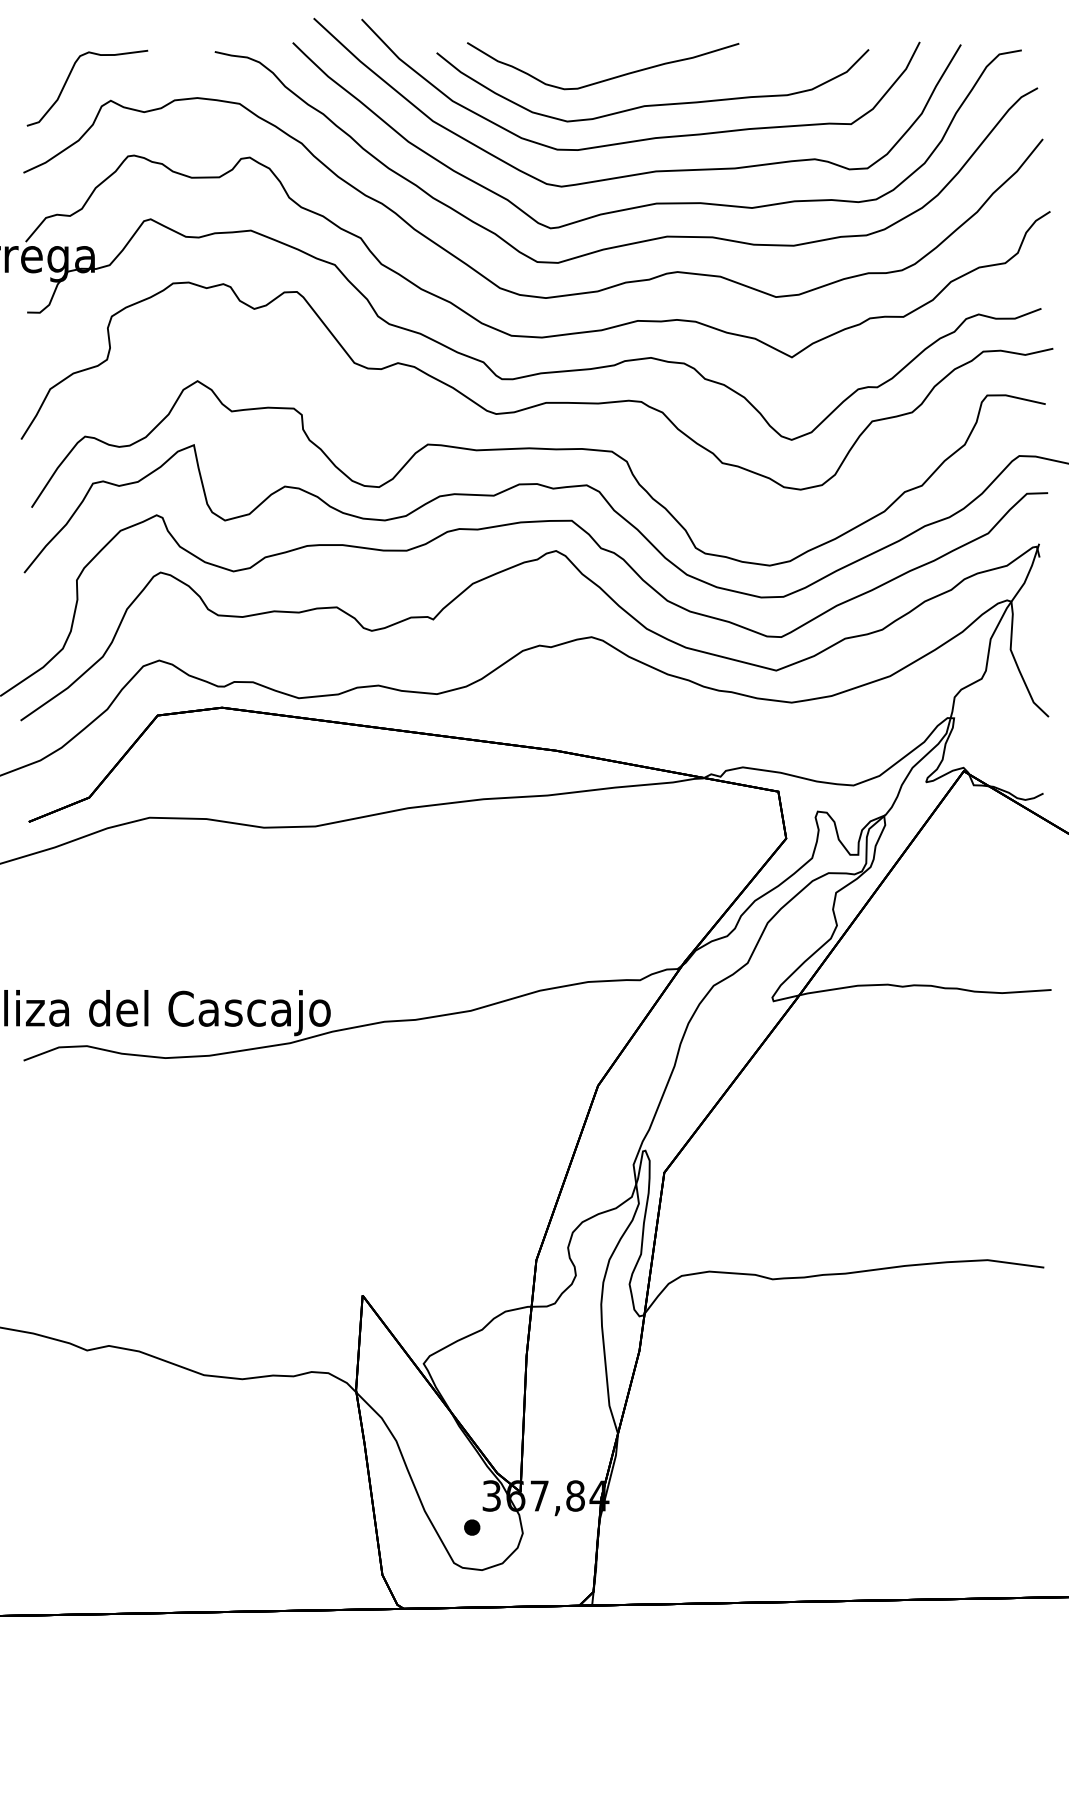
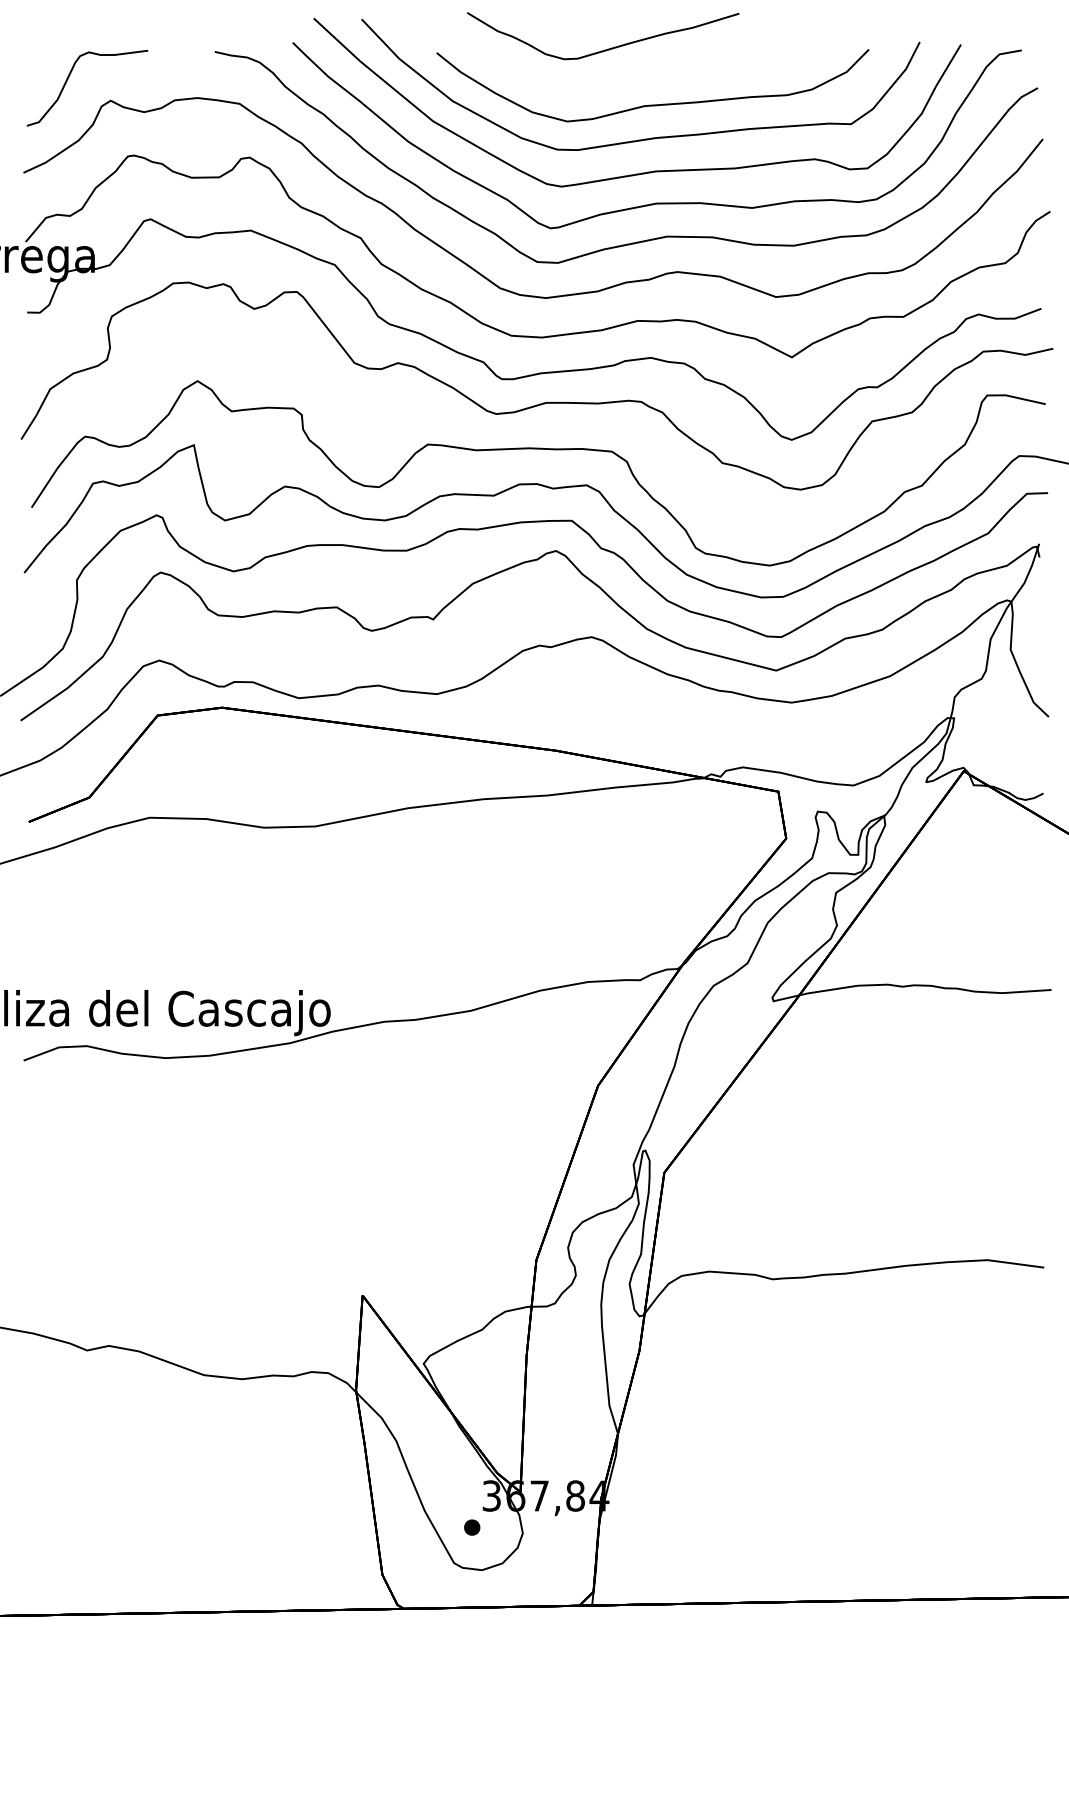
part at (608, 78) position: (608, 78) -> (608, 48)
